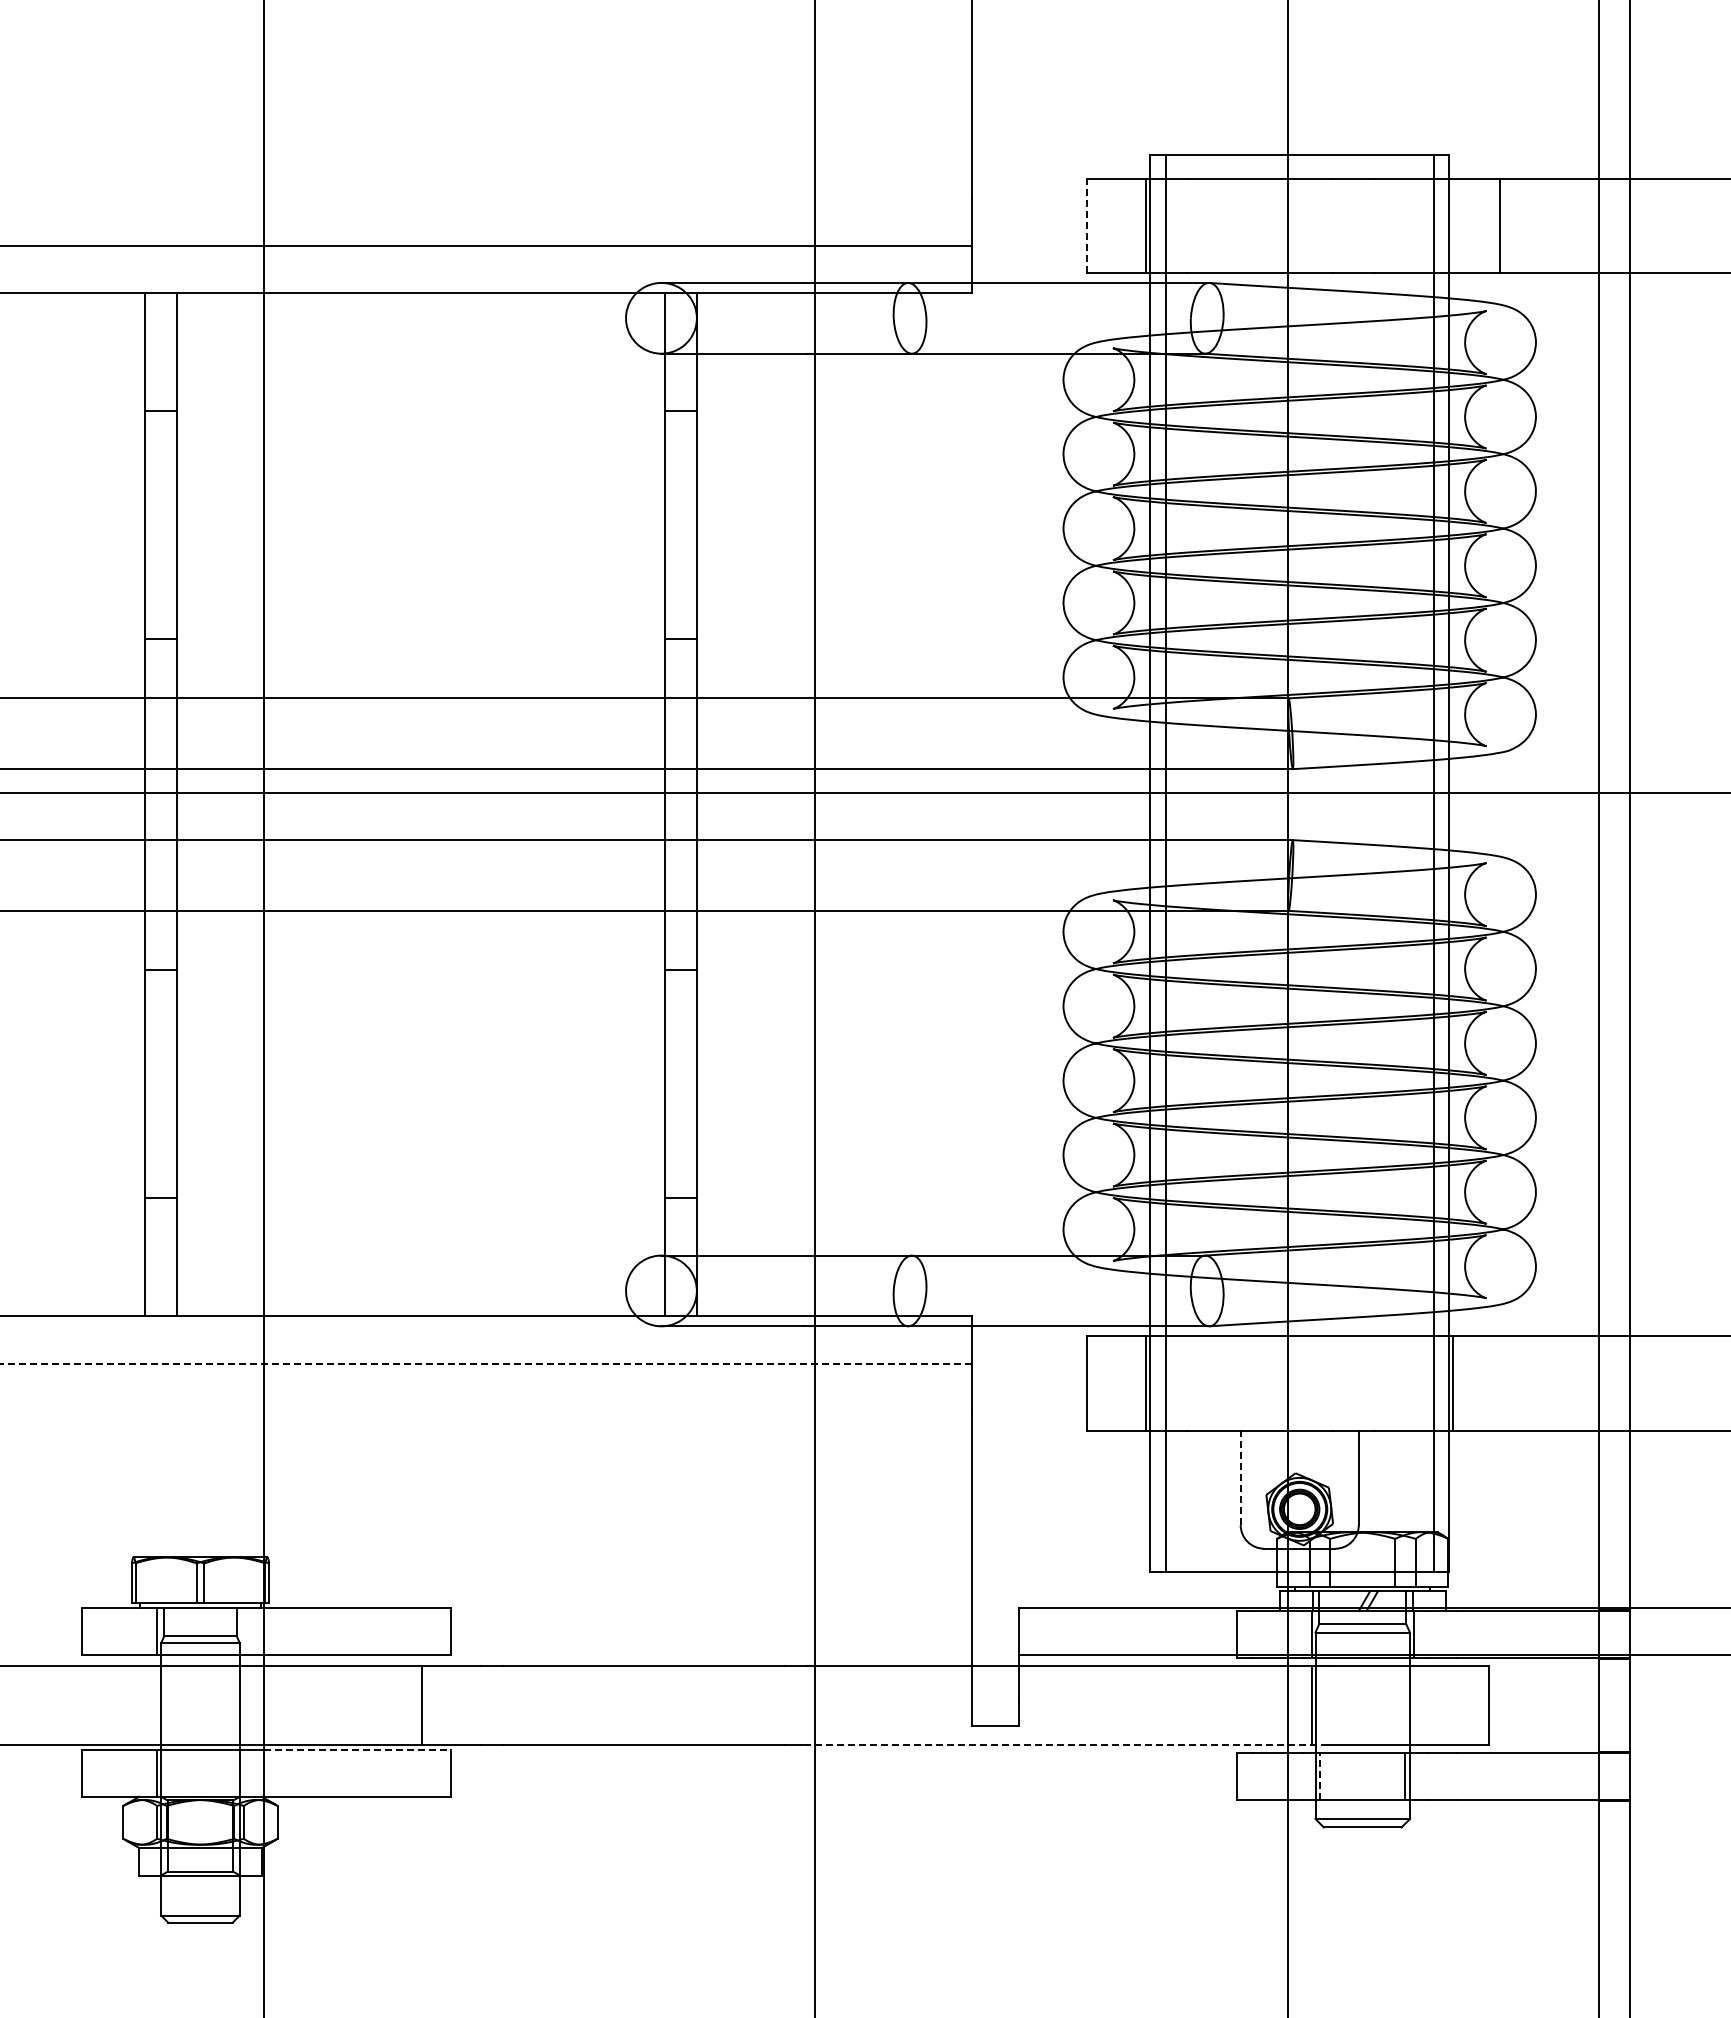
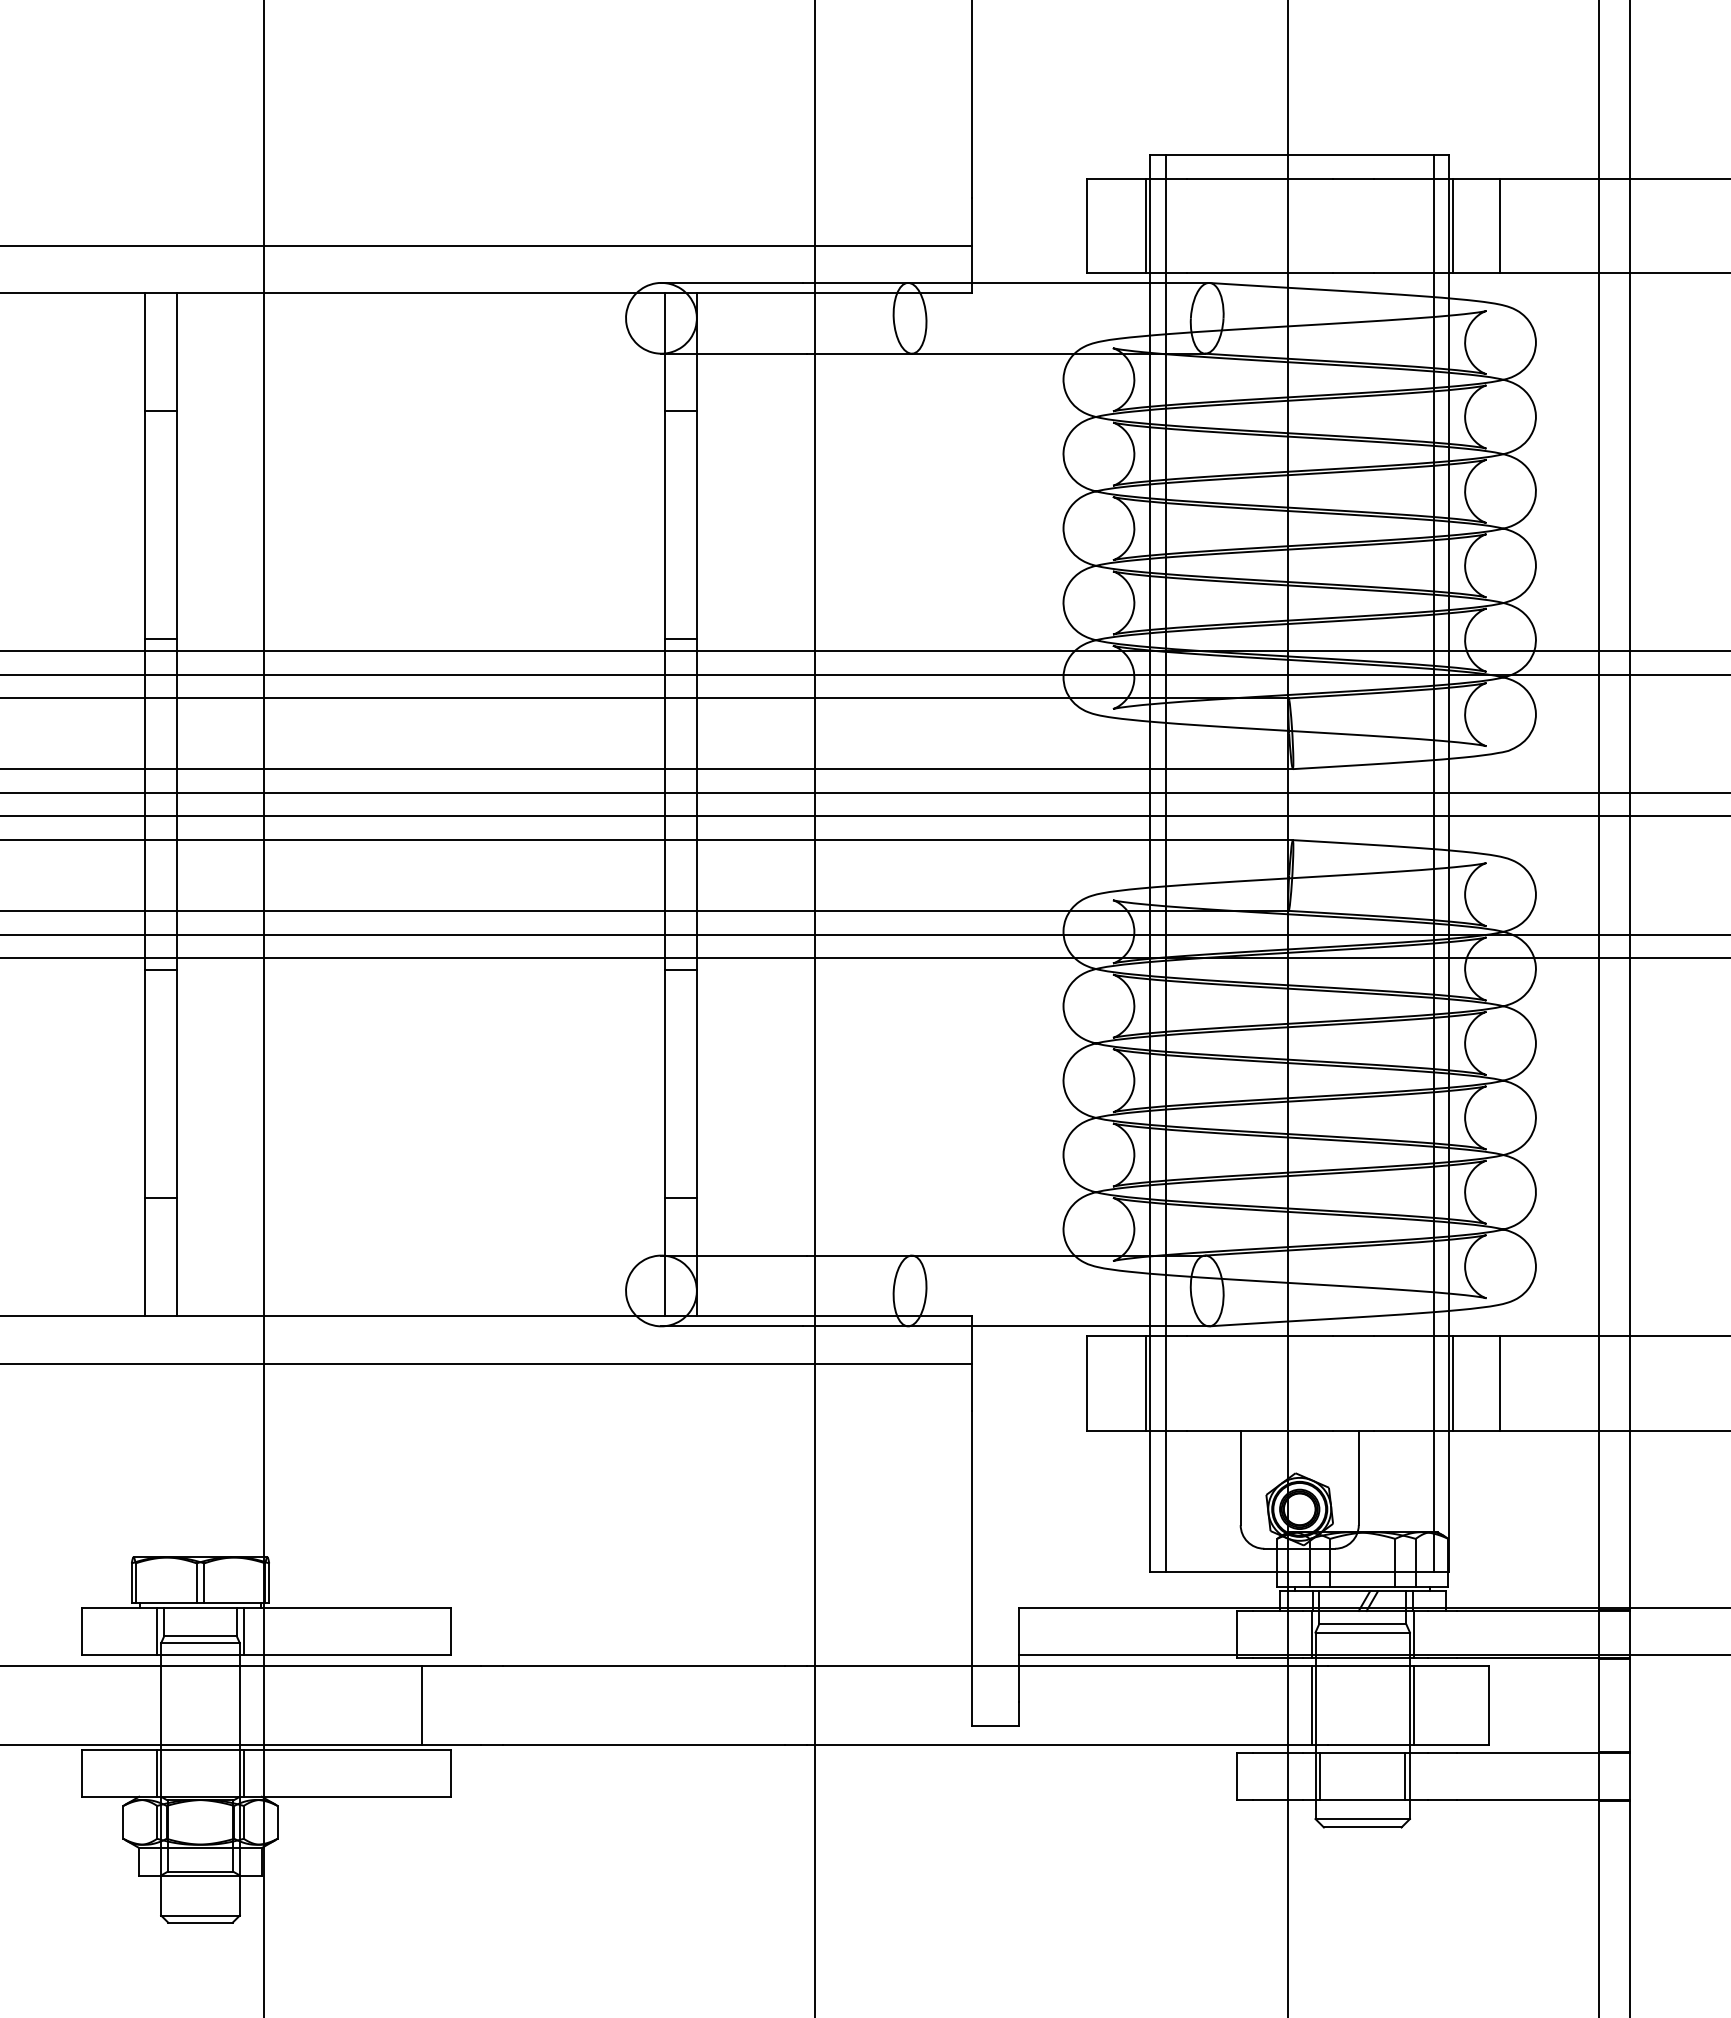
line at (1087, 225): dashed -> solid
line at (1453, 225): none -> present
line at (864, 651): none -> present
line at (864, 674): none -> present
line at (864, 816): none -> present
line at (864, 934): none -> present
line at (864, 958): none -> present
line at (486, 1363): dashed -> solid
line at (1500, 1383): none -> present
line at (1240, 1477): dashed -> solid
line at (243, 1631): none -> present
line at (1413, 1705): none -> present
line at (1067, 1744): dashed -> solid
line at (357, 1749): dashed -> solid
line at (243, 1772): none -> present
line at (1320, 1776): dashed -> solid
